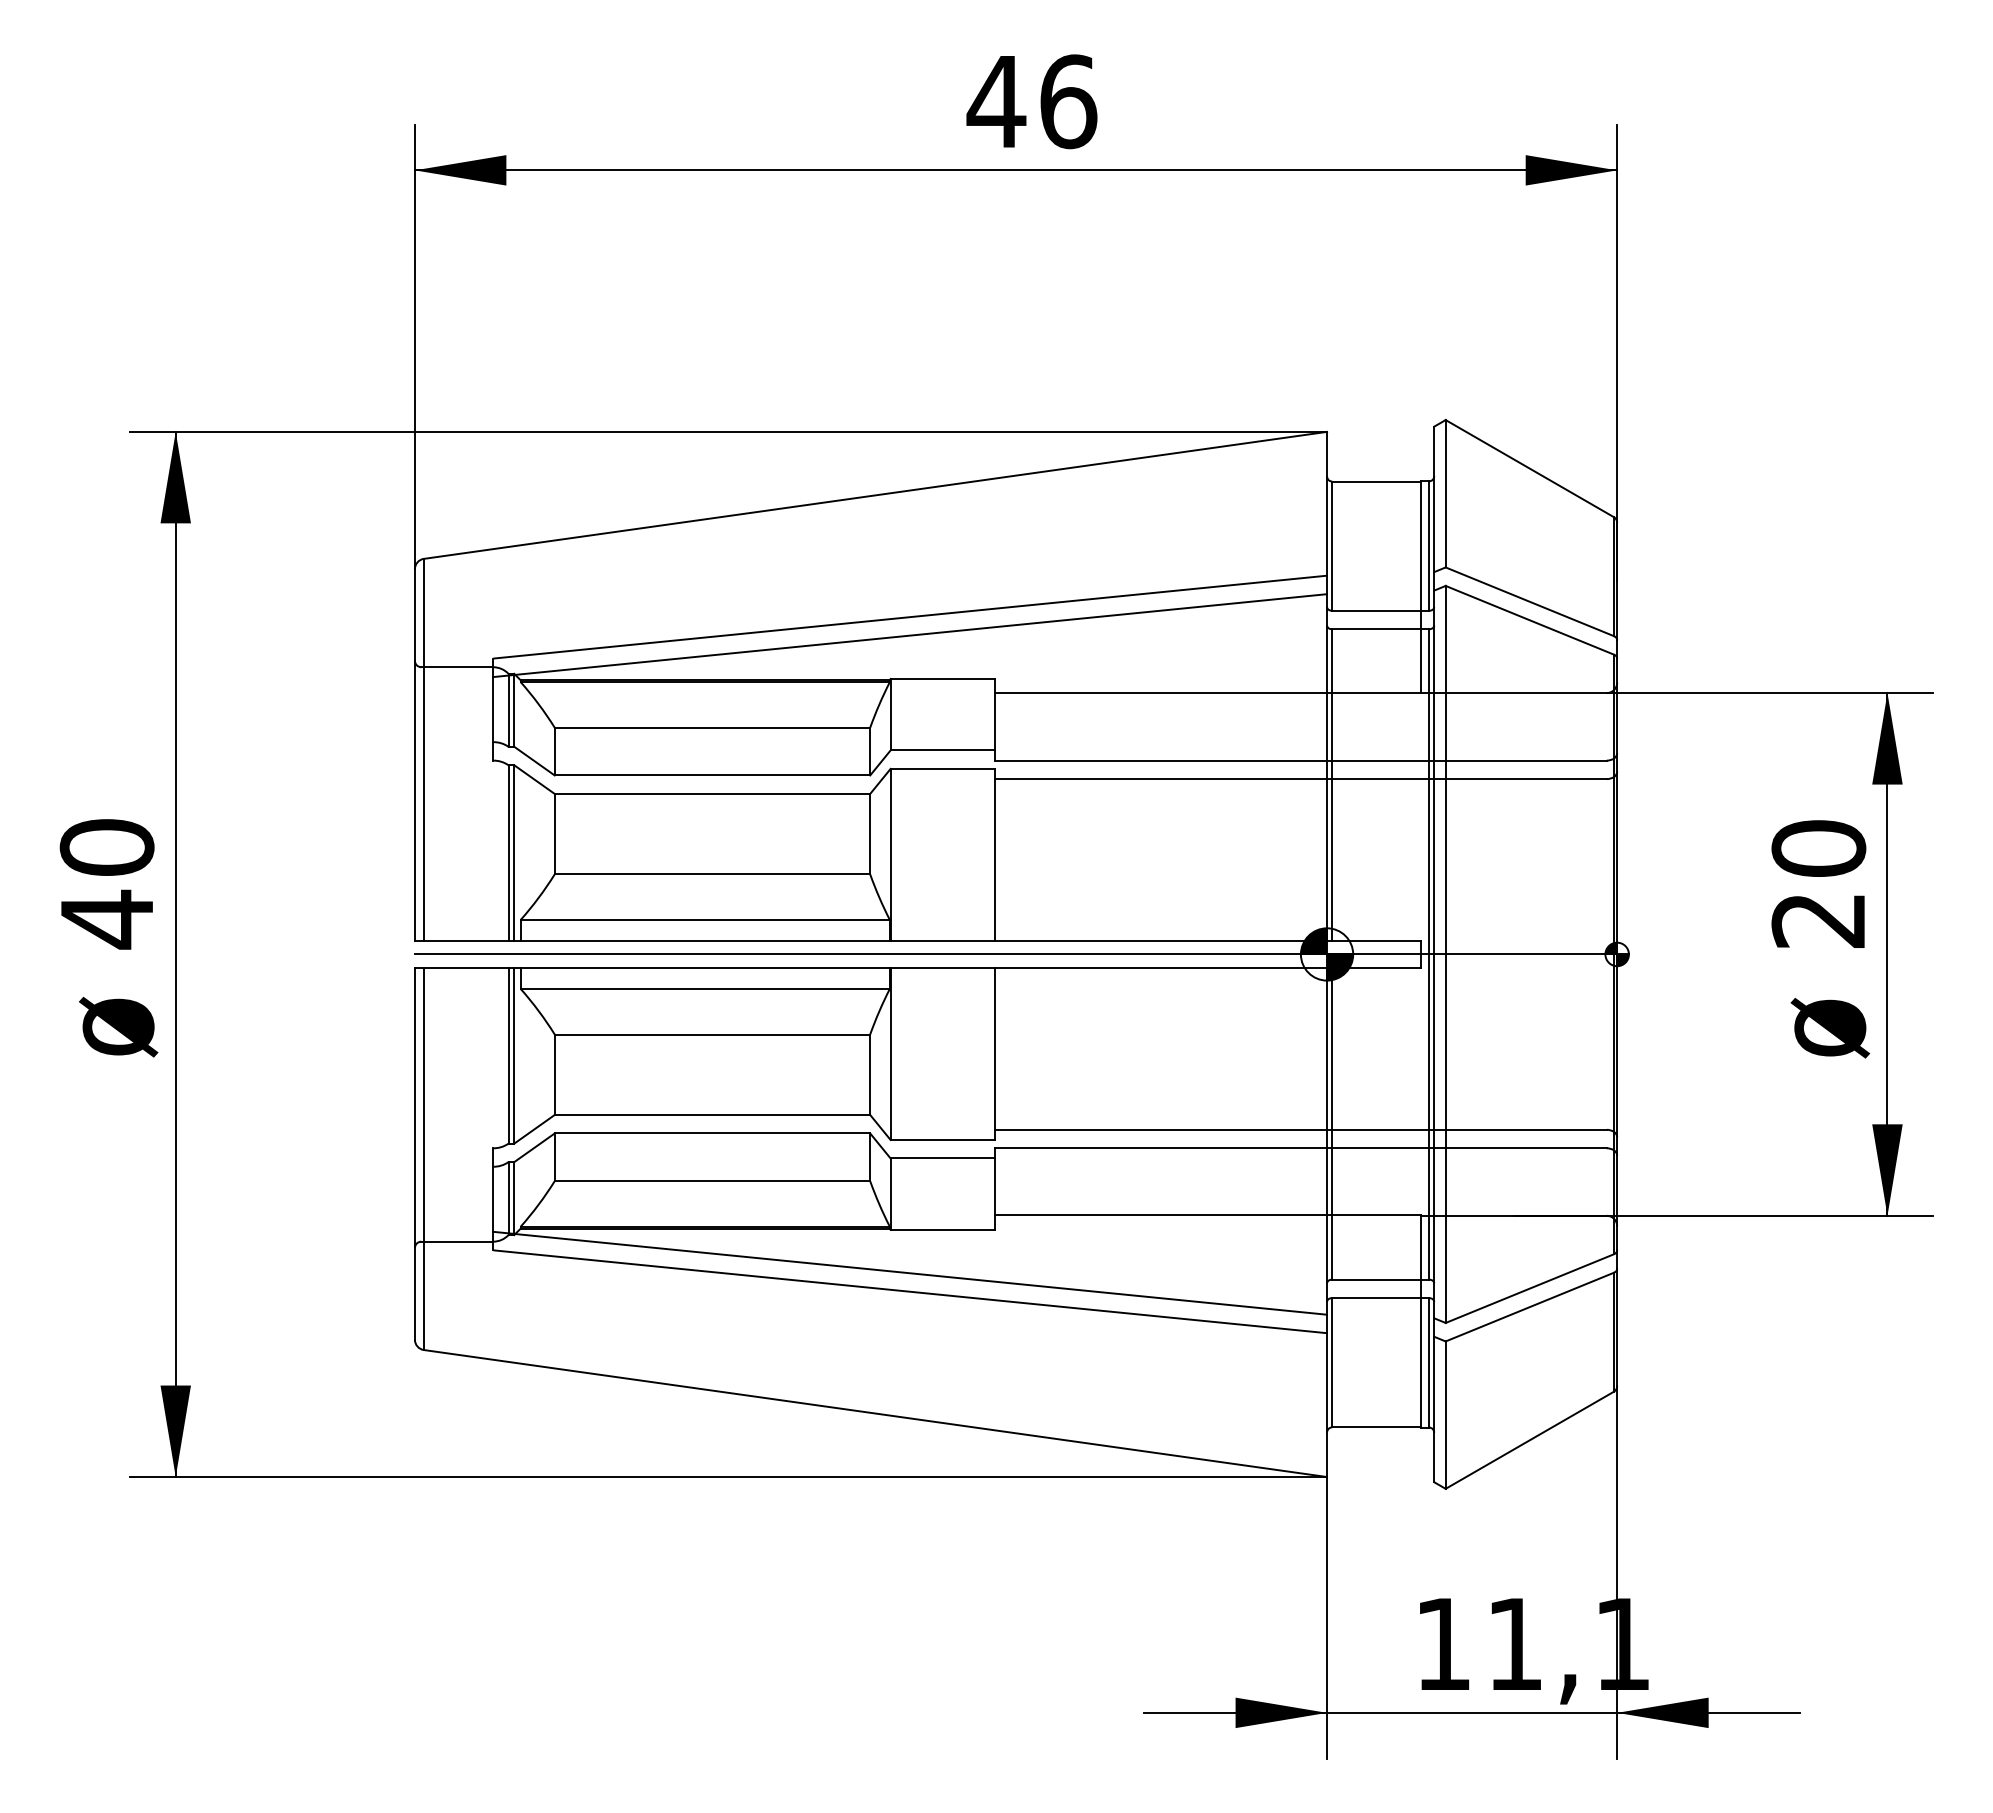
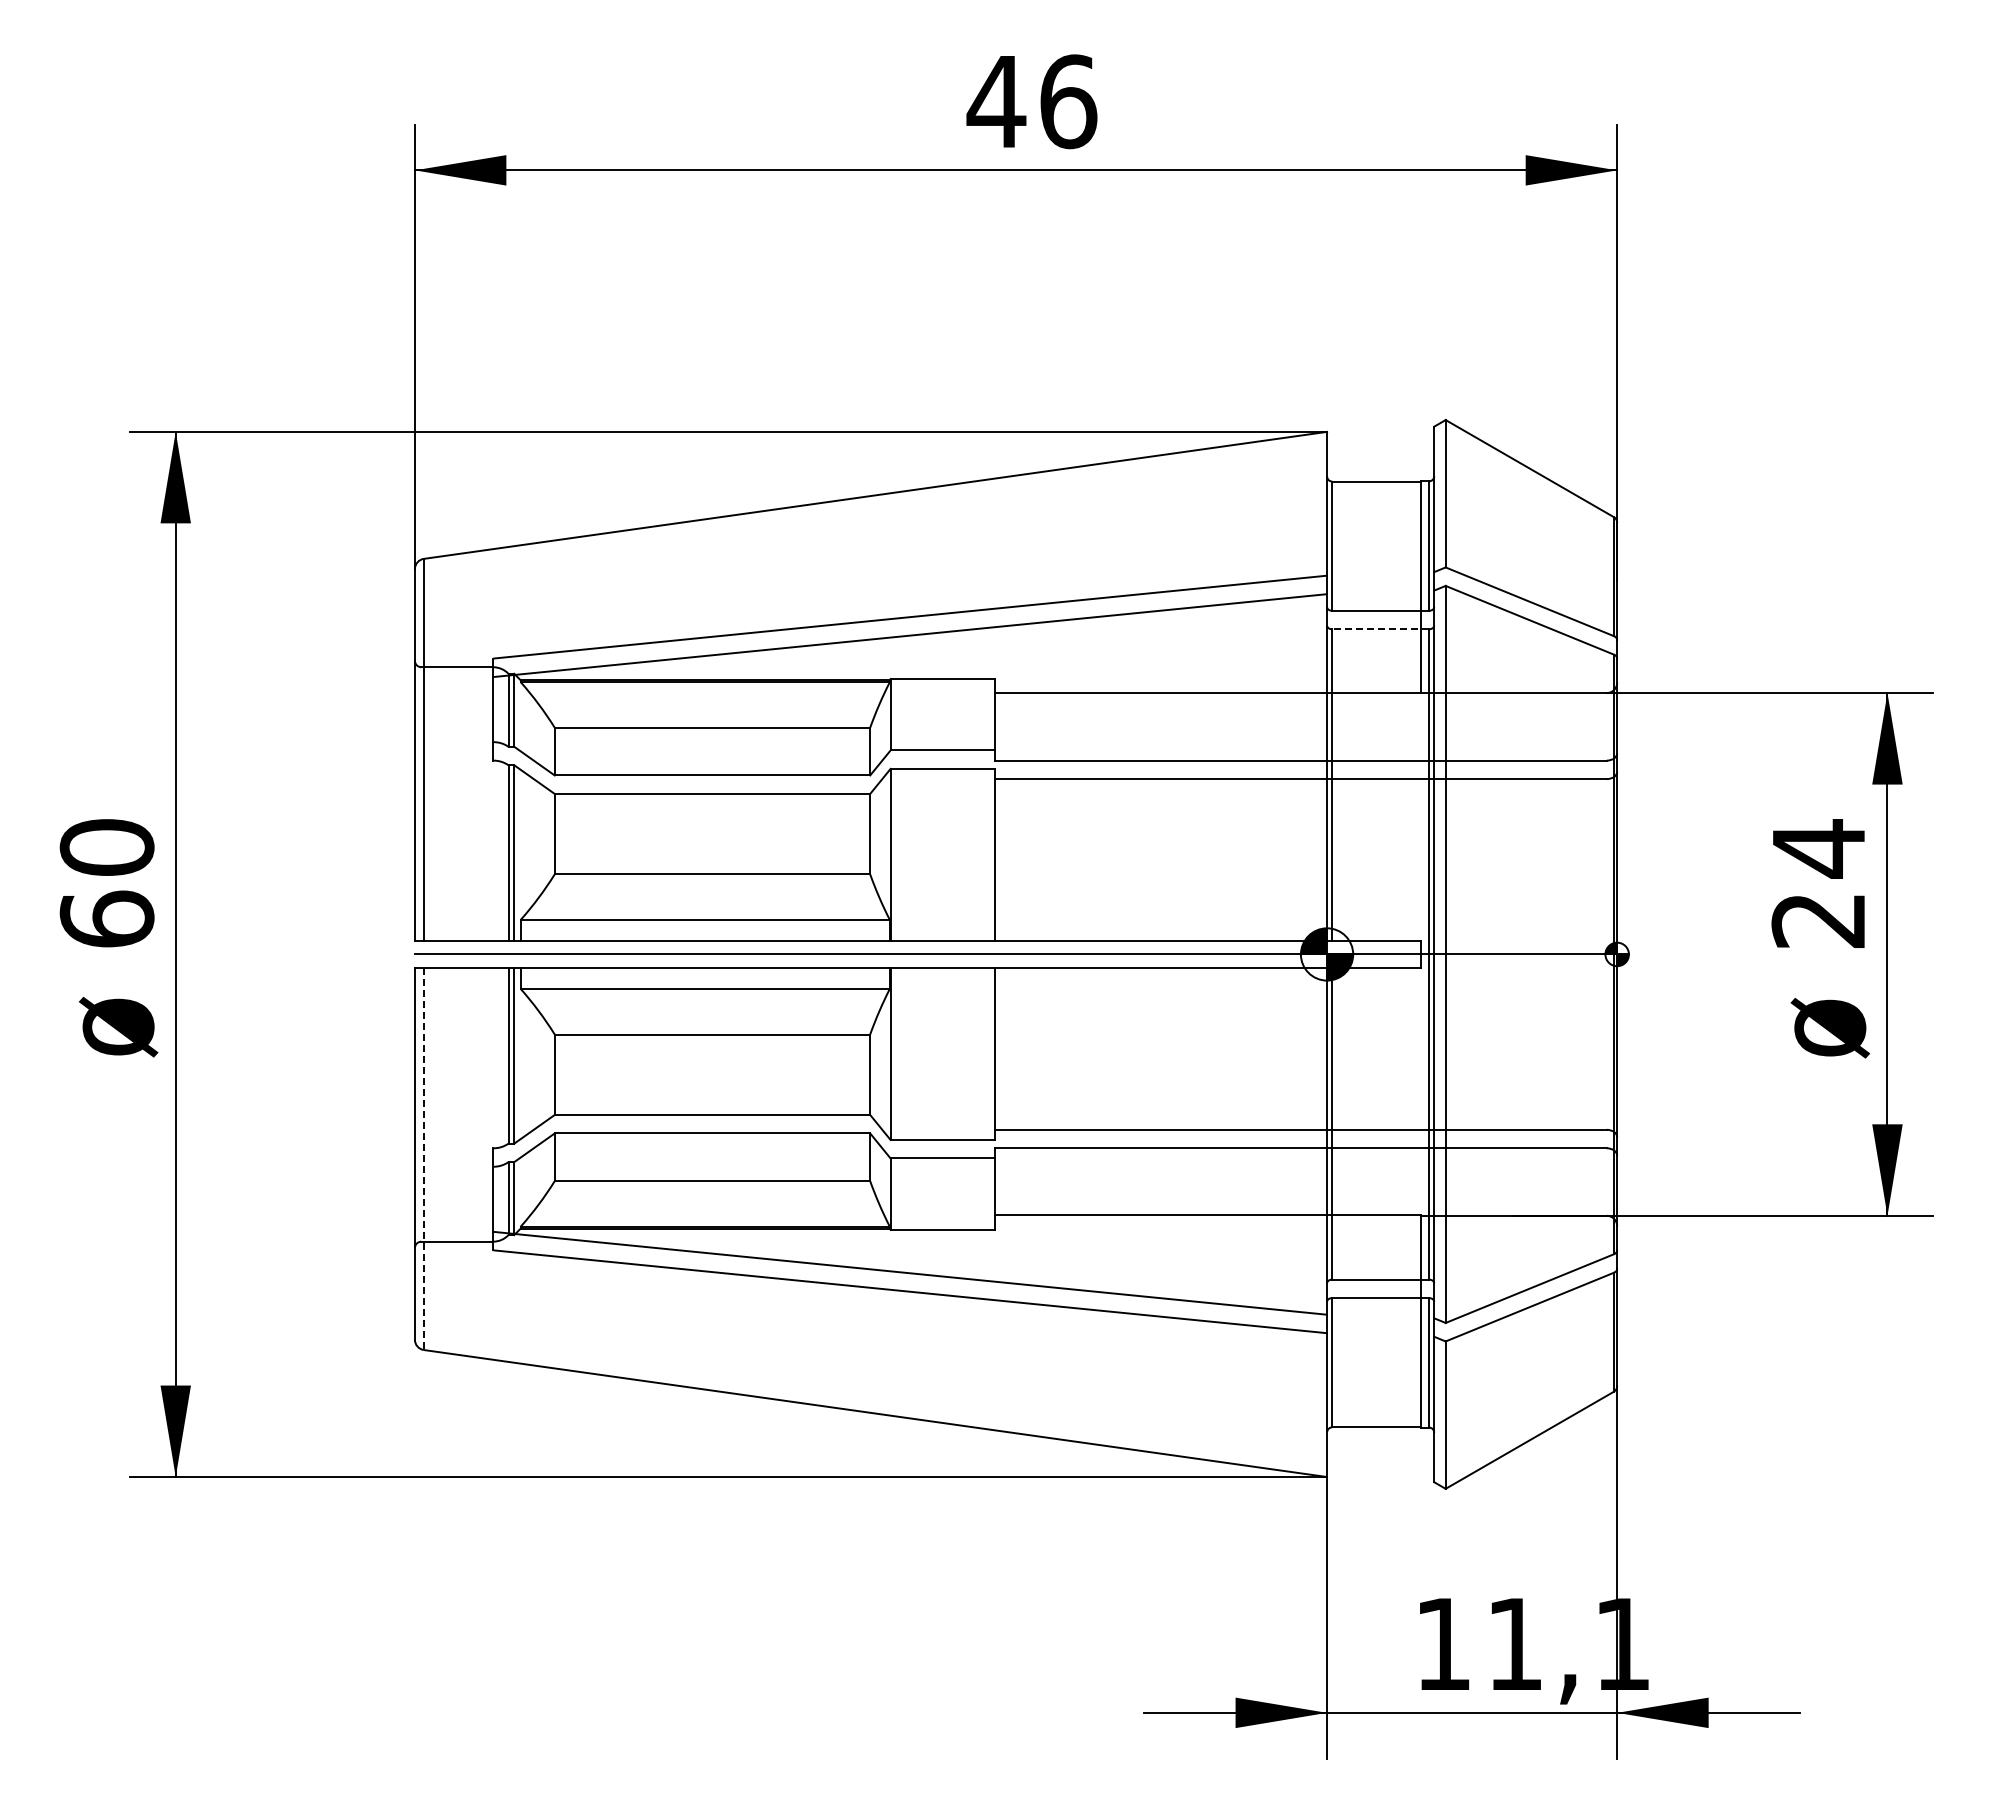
line at (1380, 629): solid -> dashed
text at (1818, 848): 20 -> 24
text at (106, 919): 40 -> 60
line at (423, 1159): solid -> dashed
